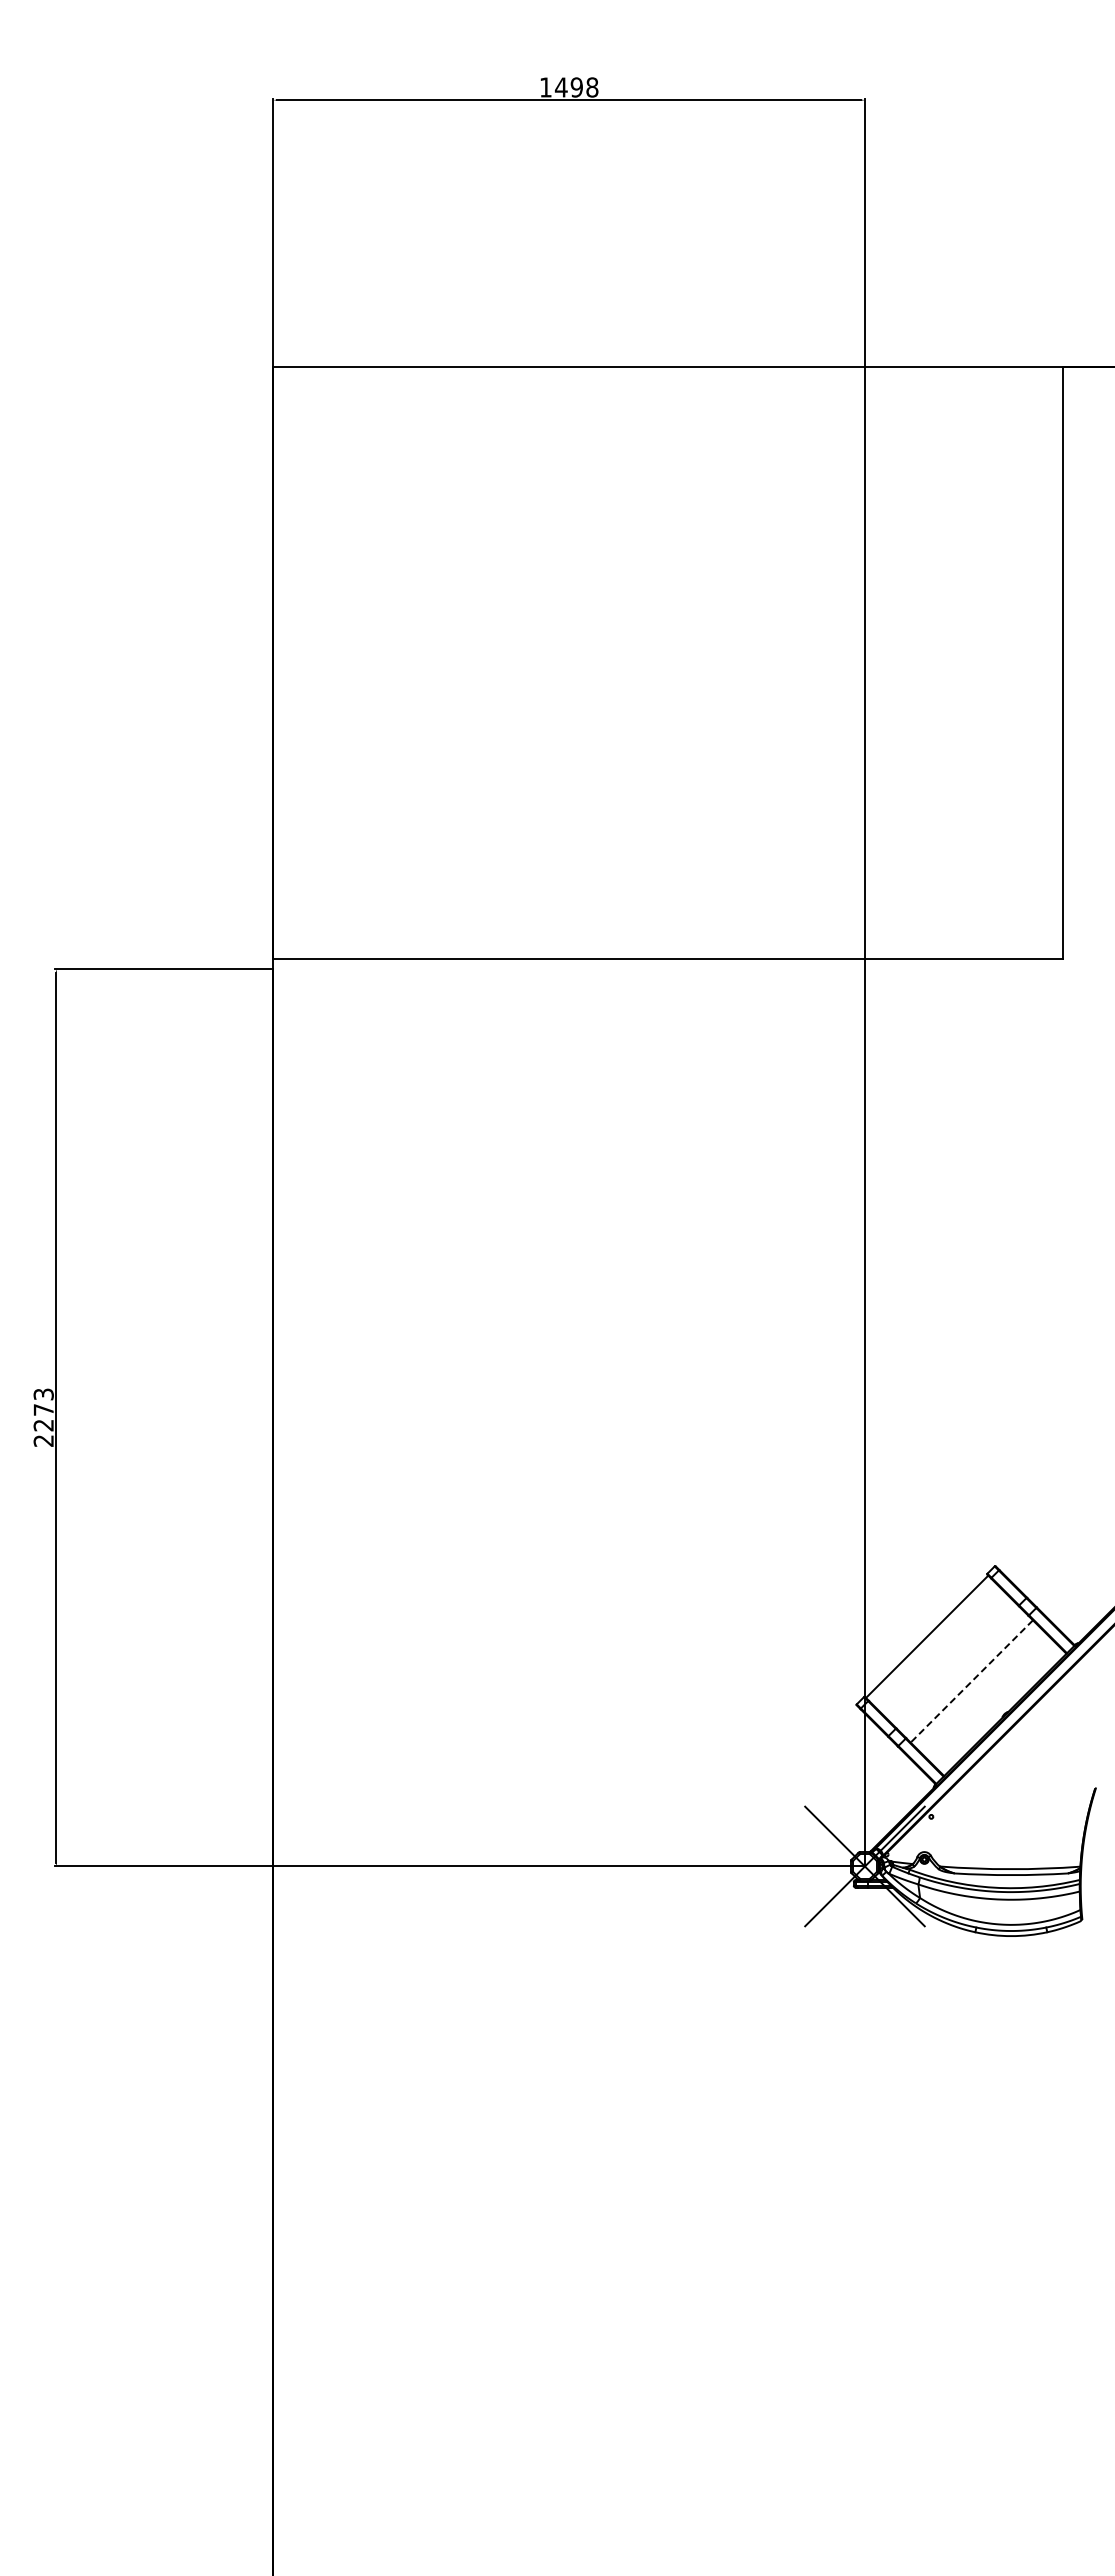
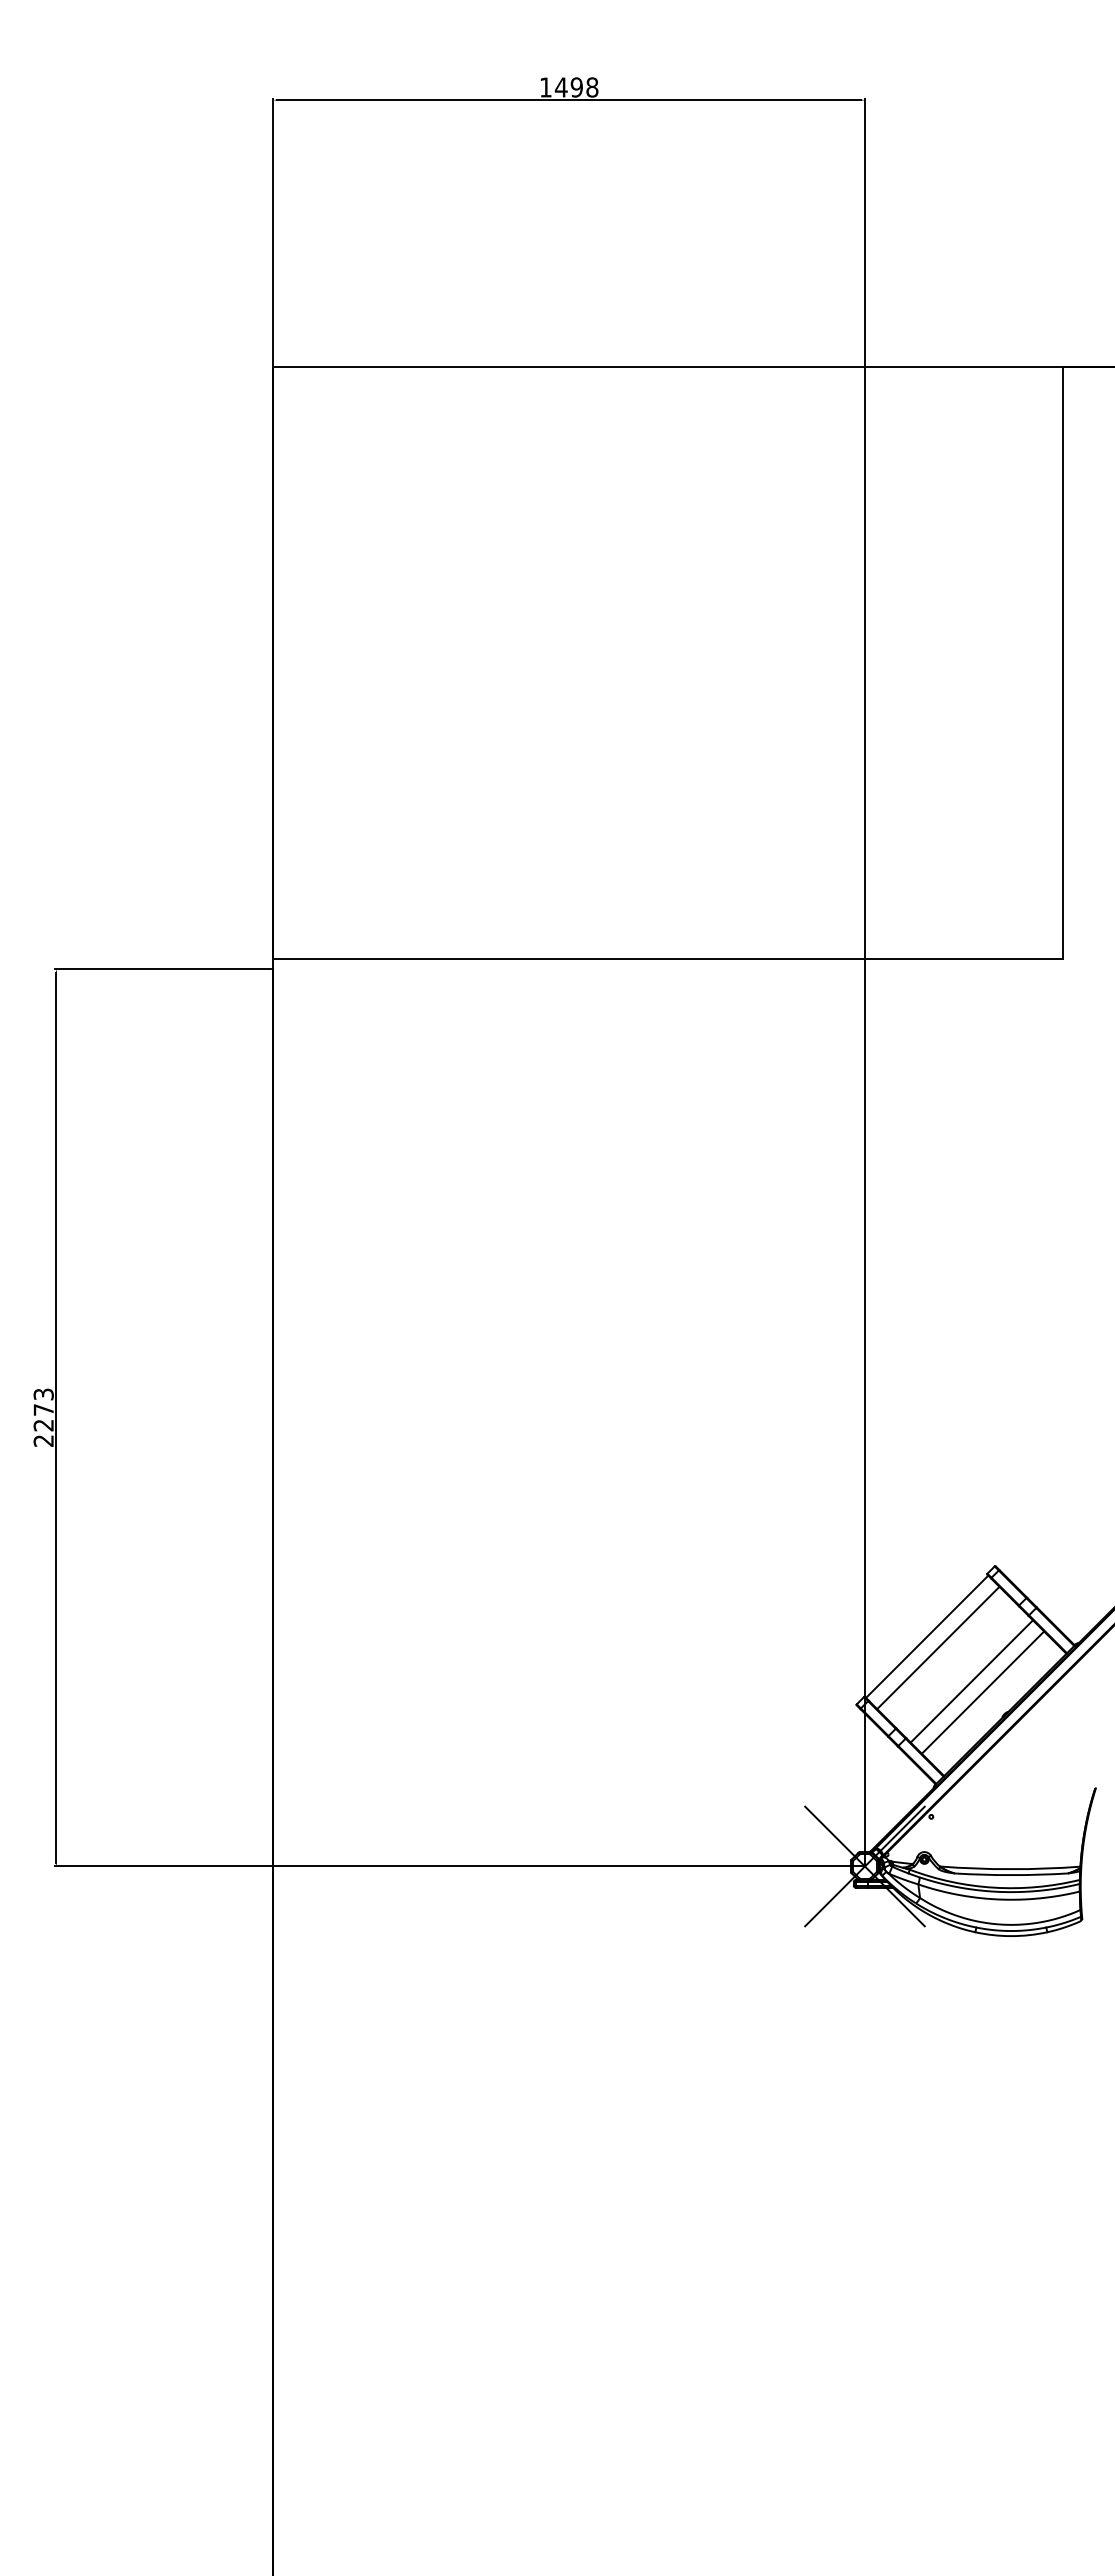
line at (938, 1647): none -> present
line at (971, 1681): dashed -> solid
line at (982, 1692): none -> present
